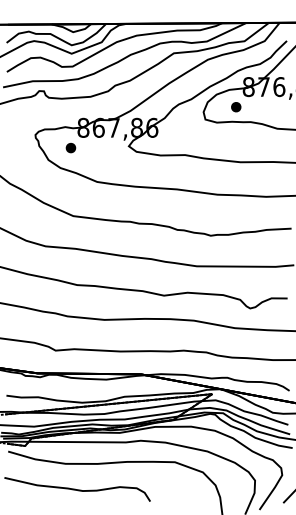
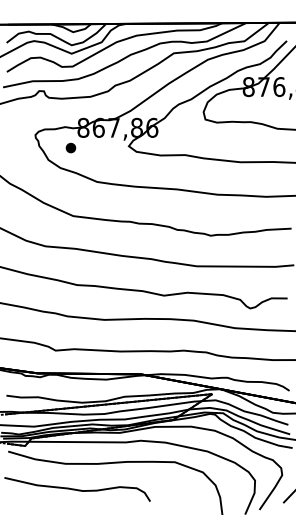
part at (236, 107): present -> none
